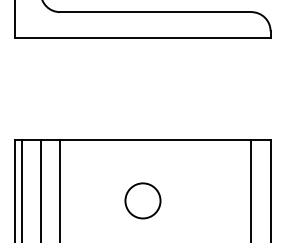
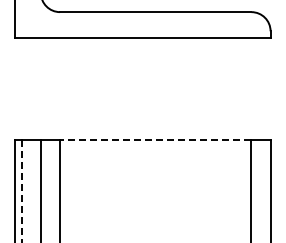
line at (155, 140): solid -> dashed
line at (21, 191): solid -> dashed
circle at (142, 200): present -> none
